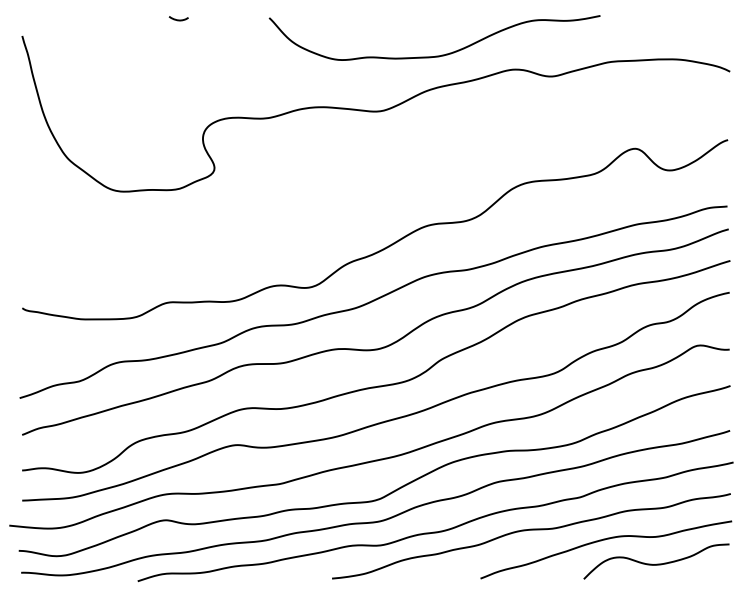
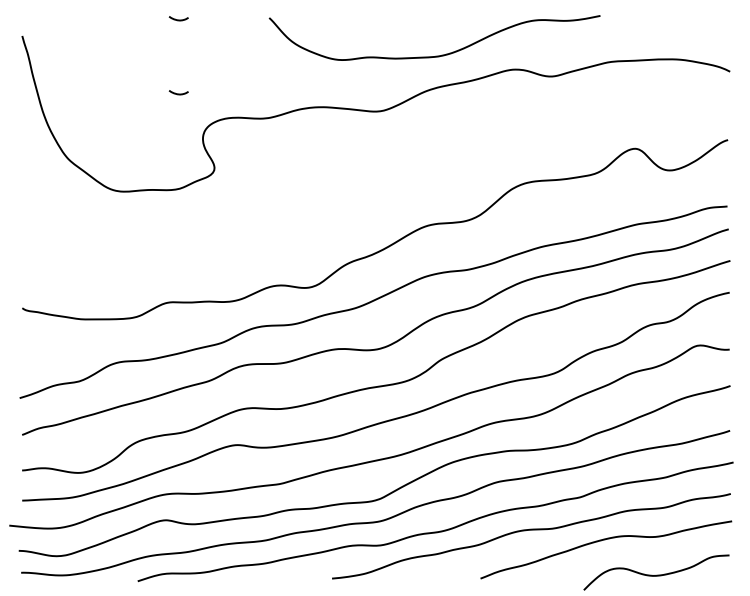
curve at (178, 93): none -> present
curve at (656, 563) position: (656, 563) -> (656, 574)
